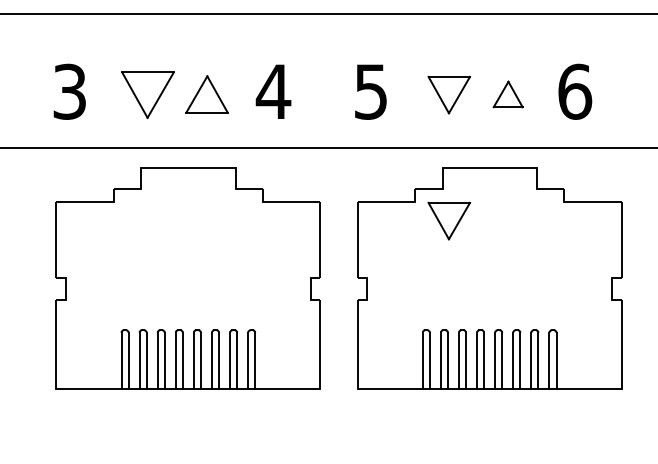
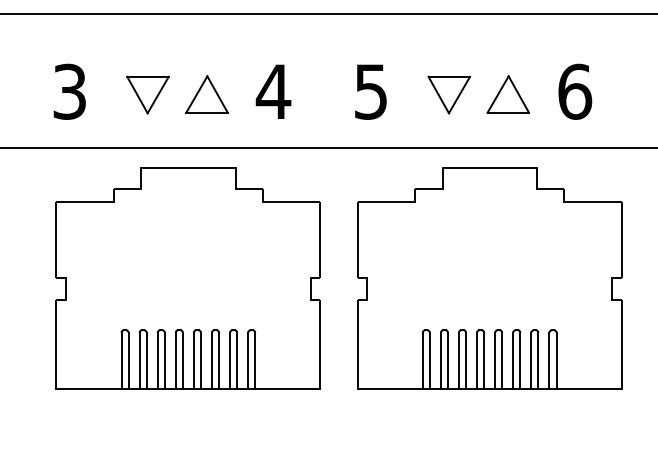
part at (147, 94) size: 54x48 px -> 44x40 px
part at (507, 94) size: 32x29 px -> 44x39 px
part at (448, 220): present -> none
